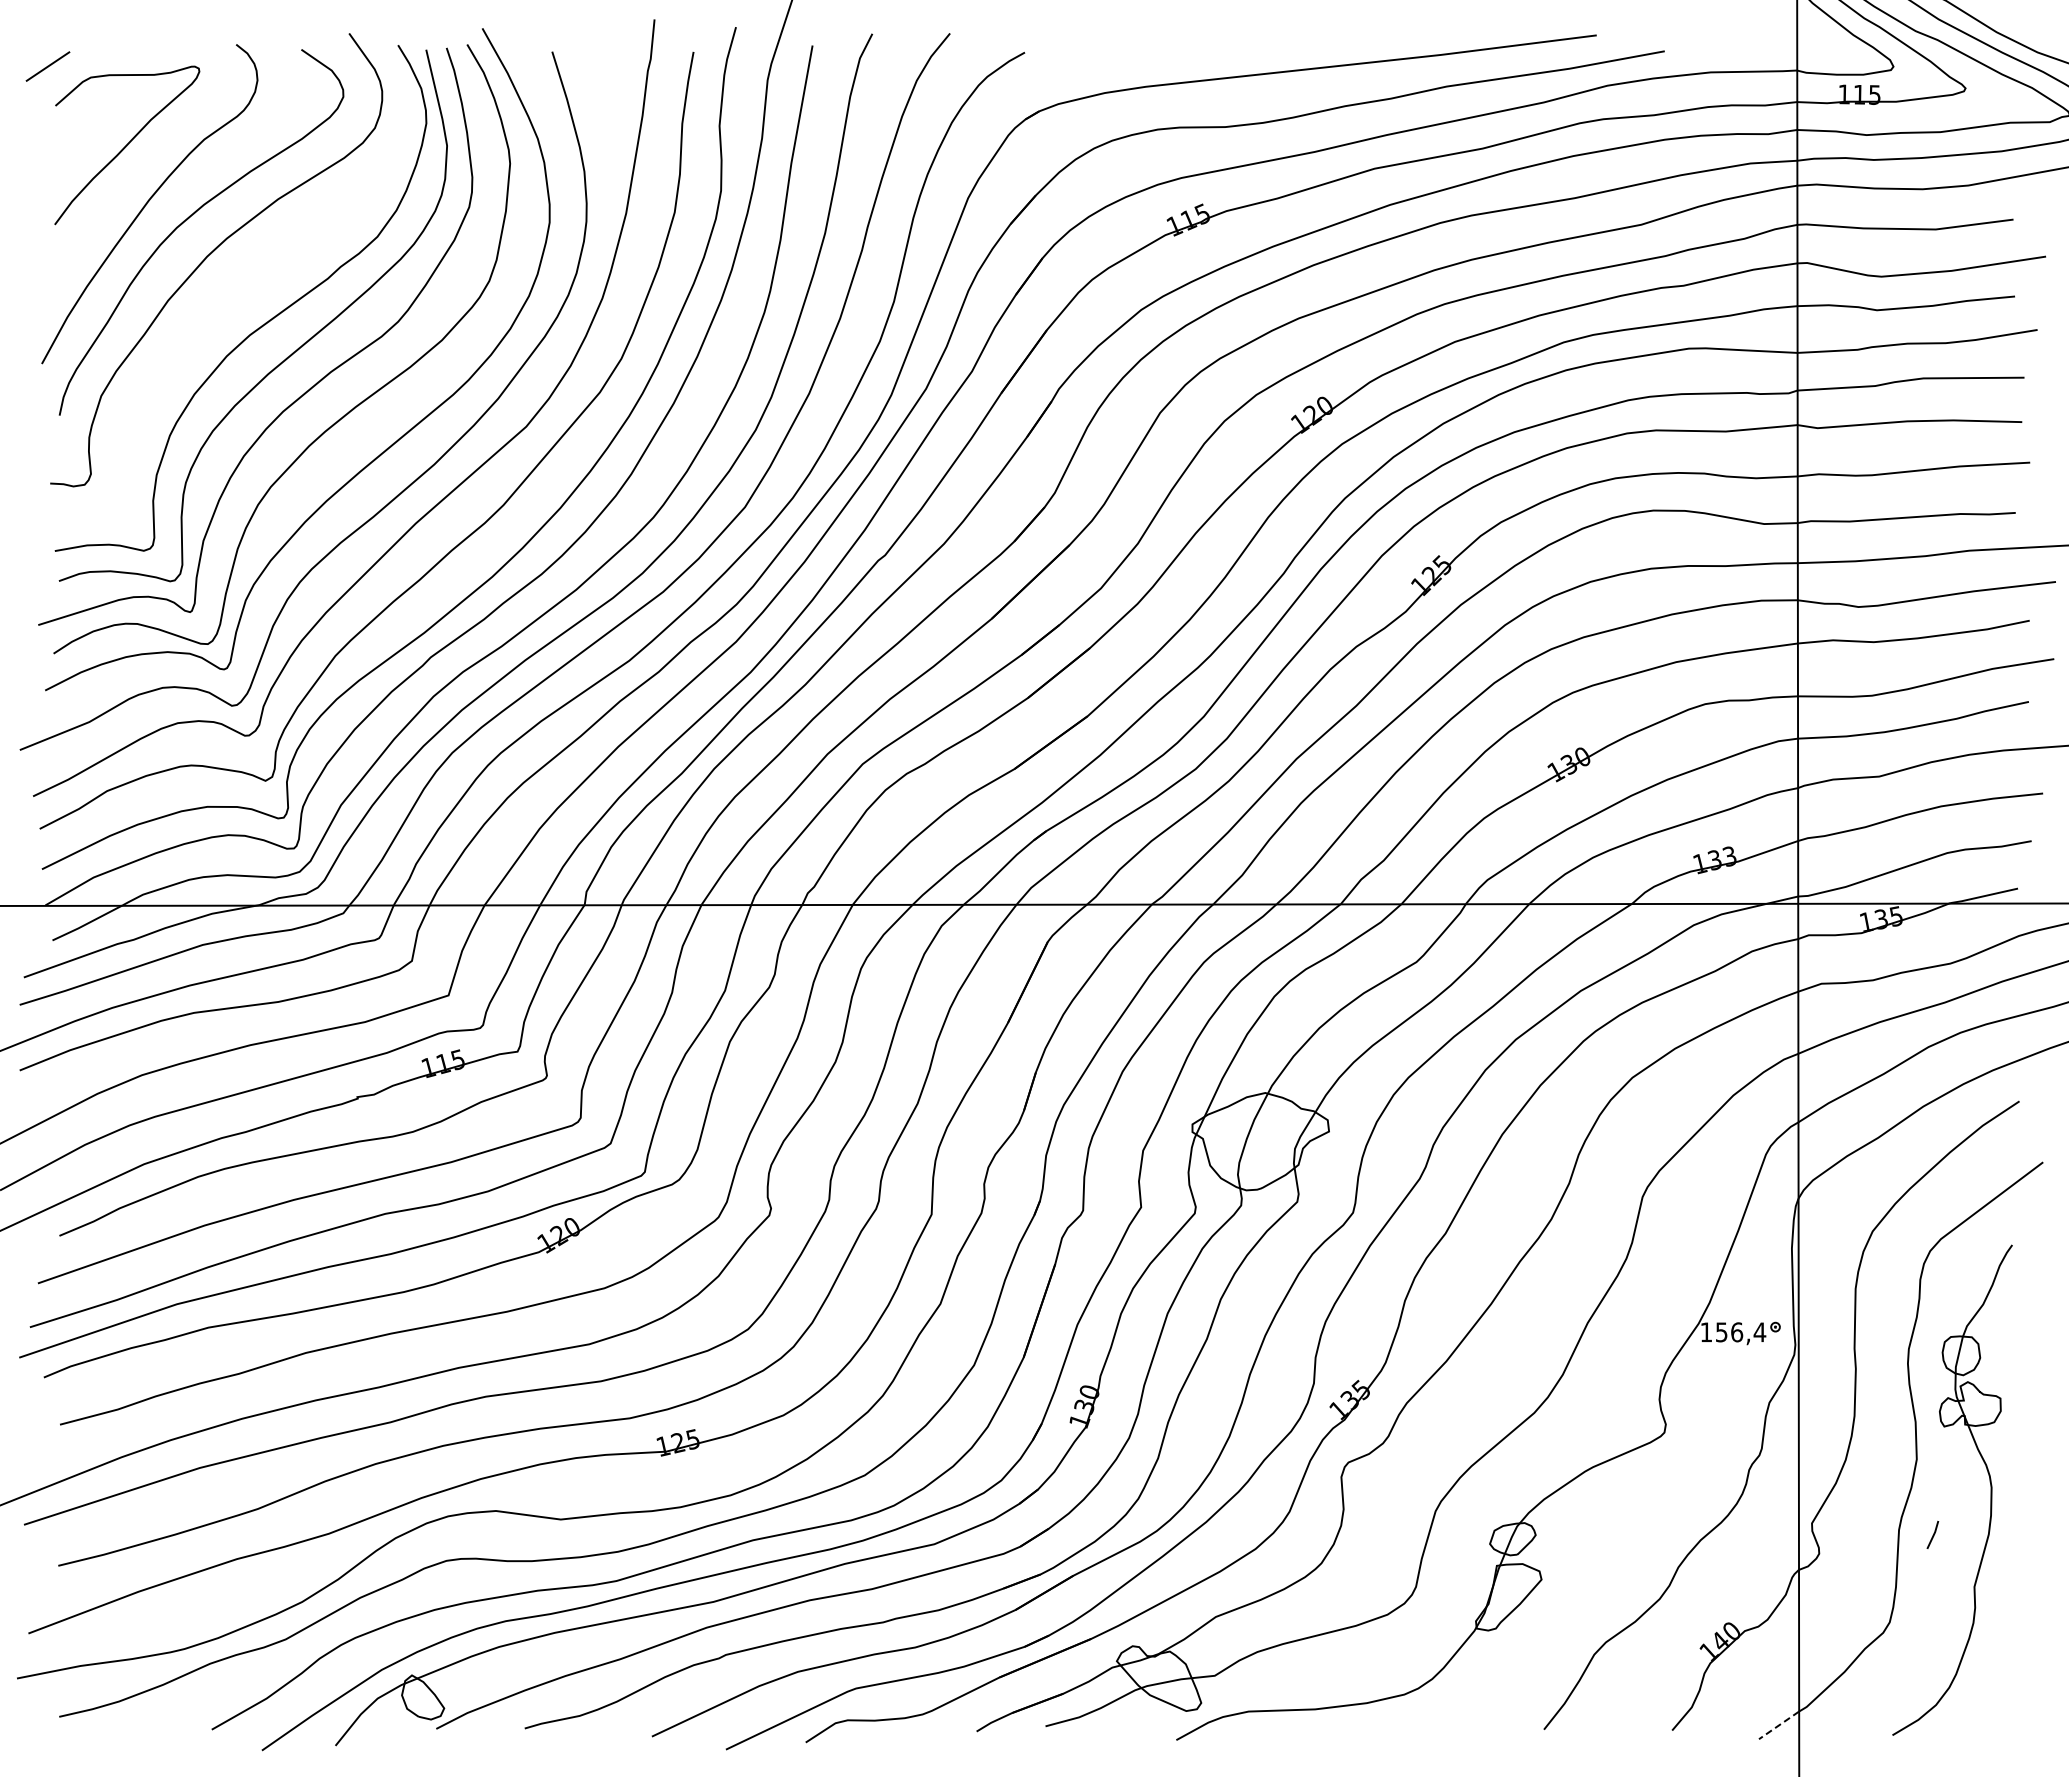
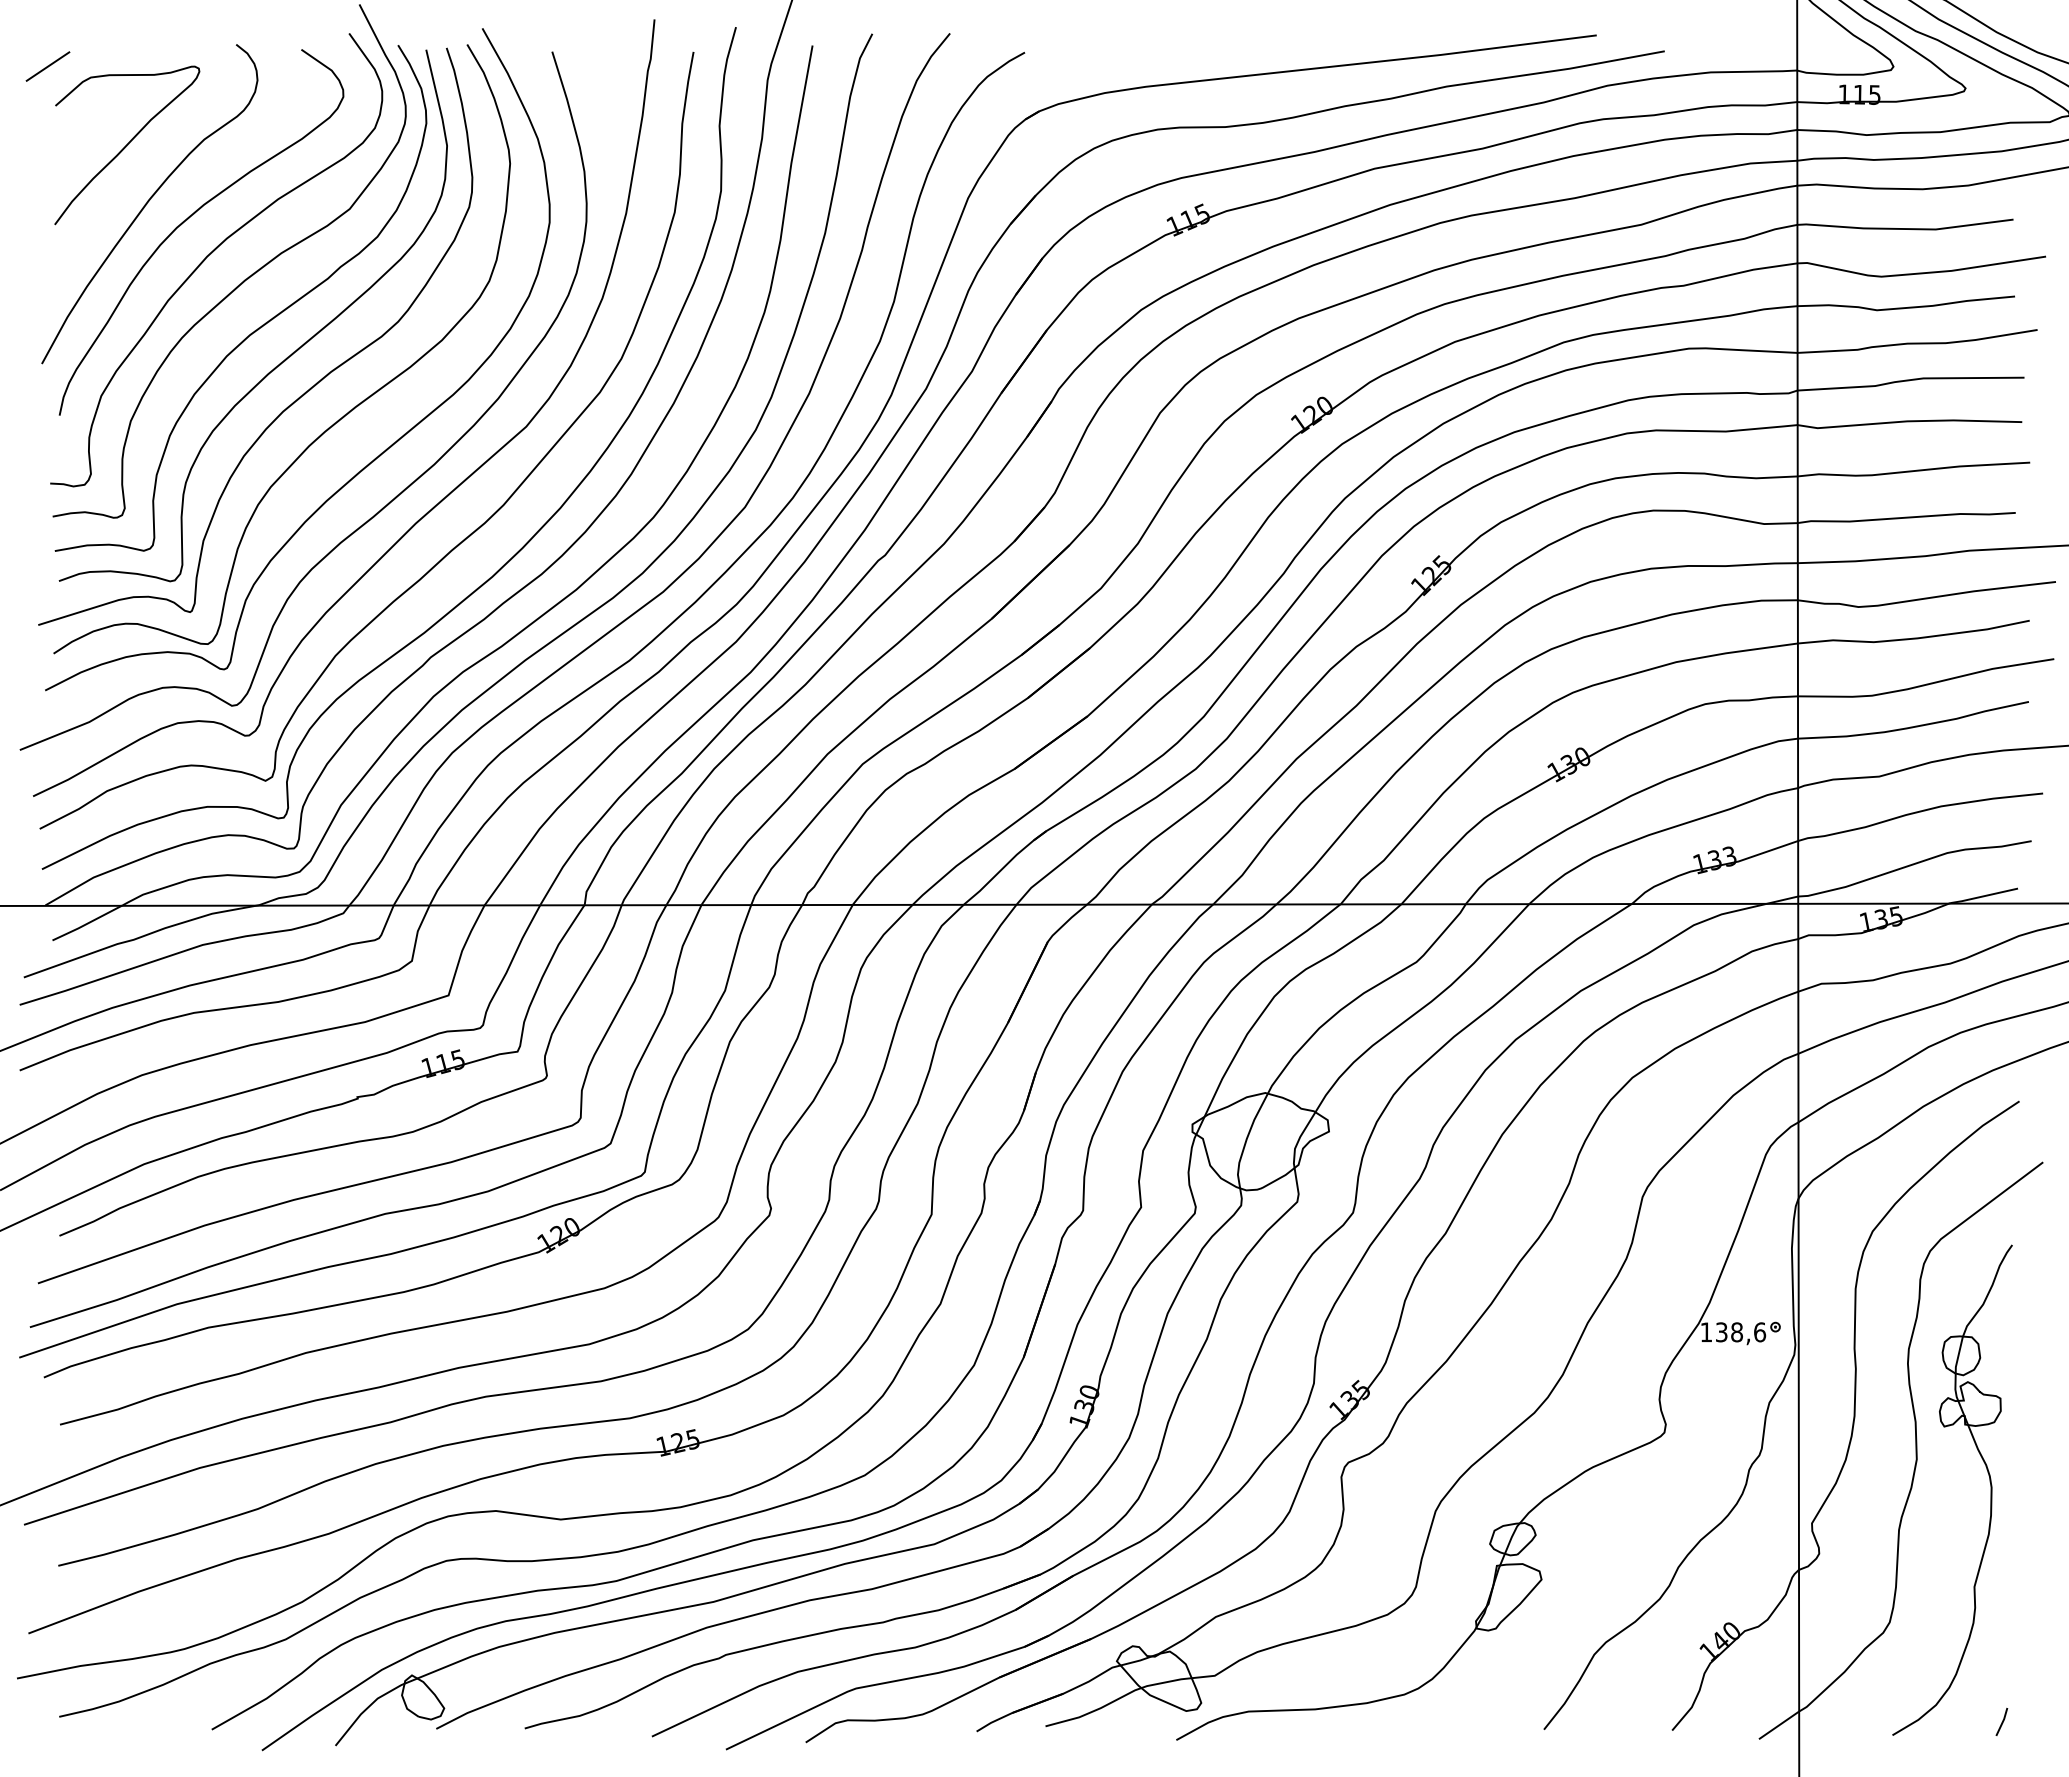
curve at (244, 279): none -> present
text at (1741, 1332): 156,4 -> 138,6
line at (1933, 1534) position: (1933, 1534) -> (2002, 1721)
line at (1778, 1725): dashed -> solid
